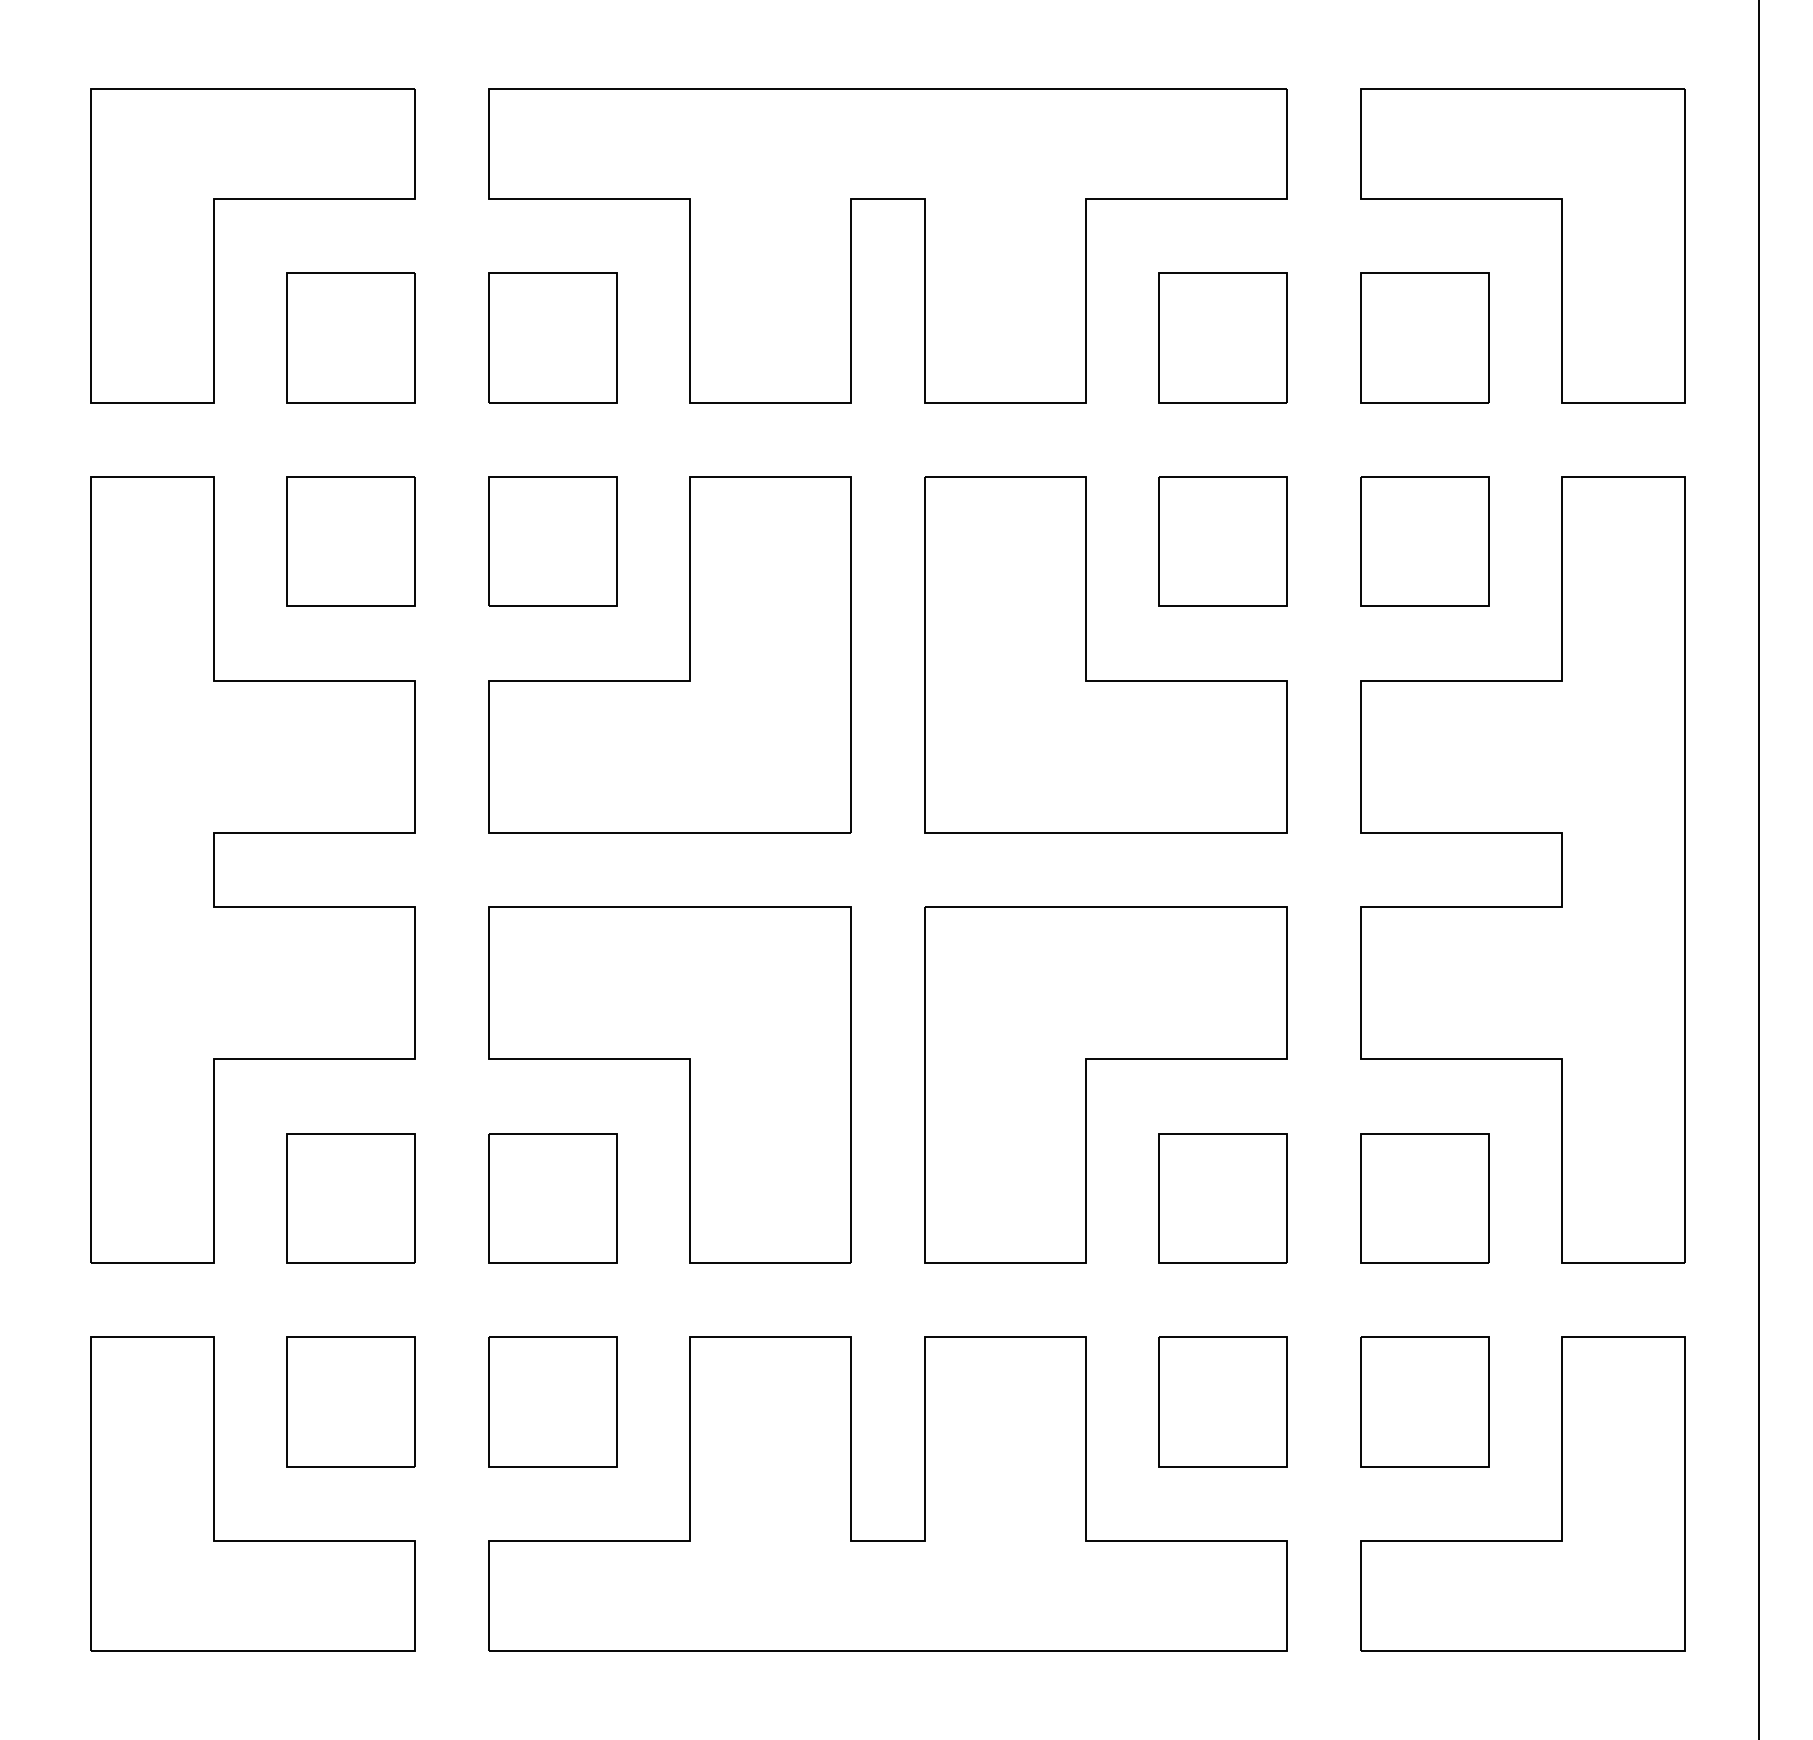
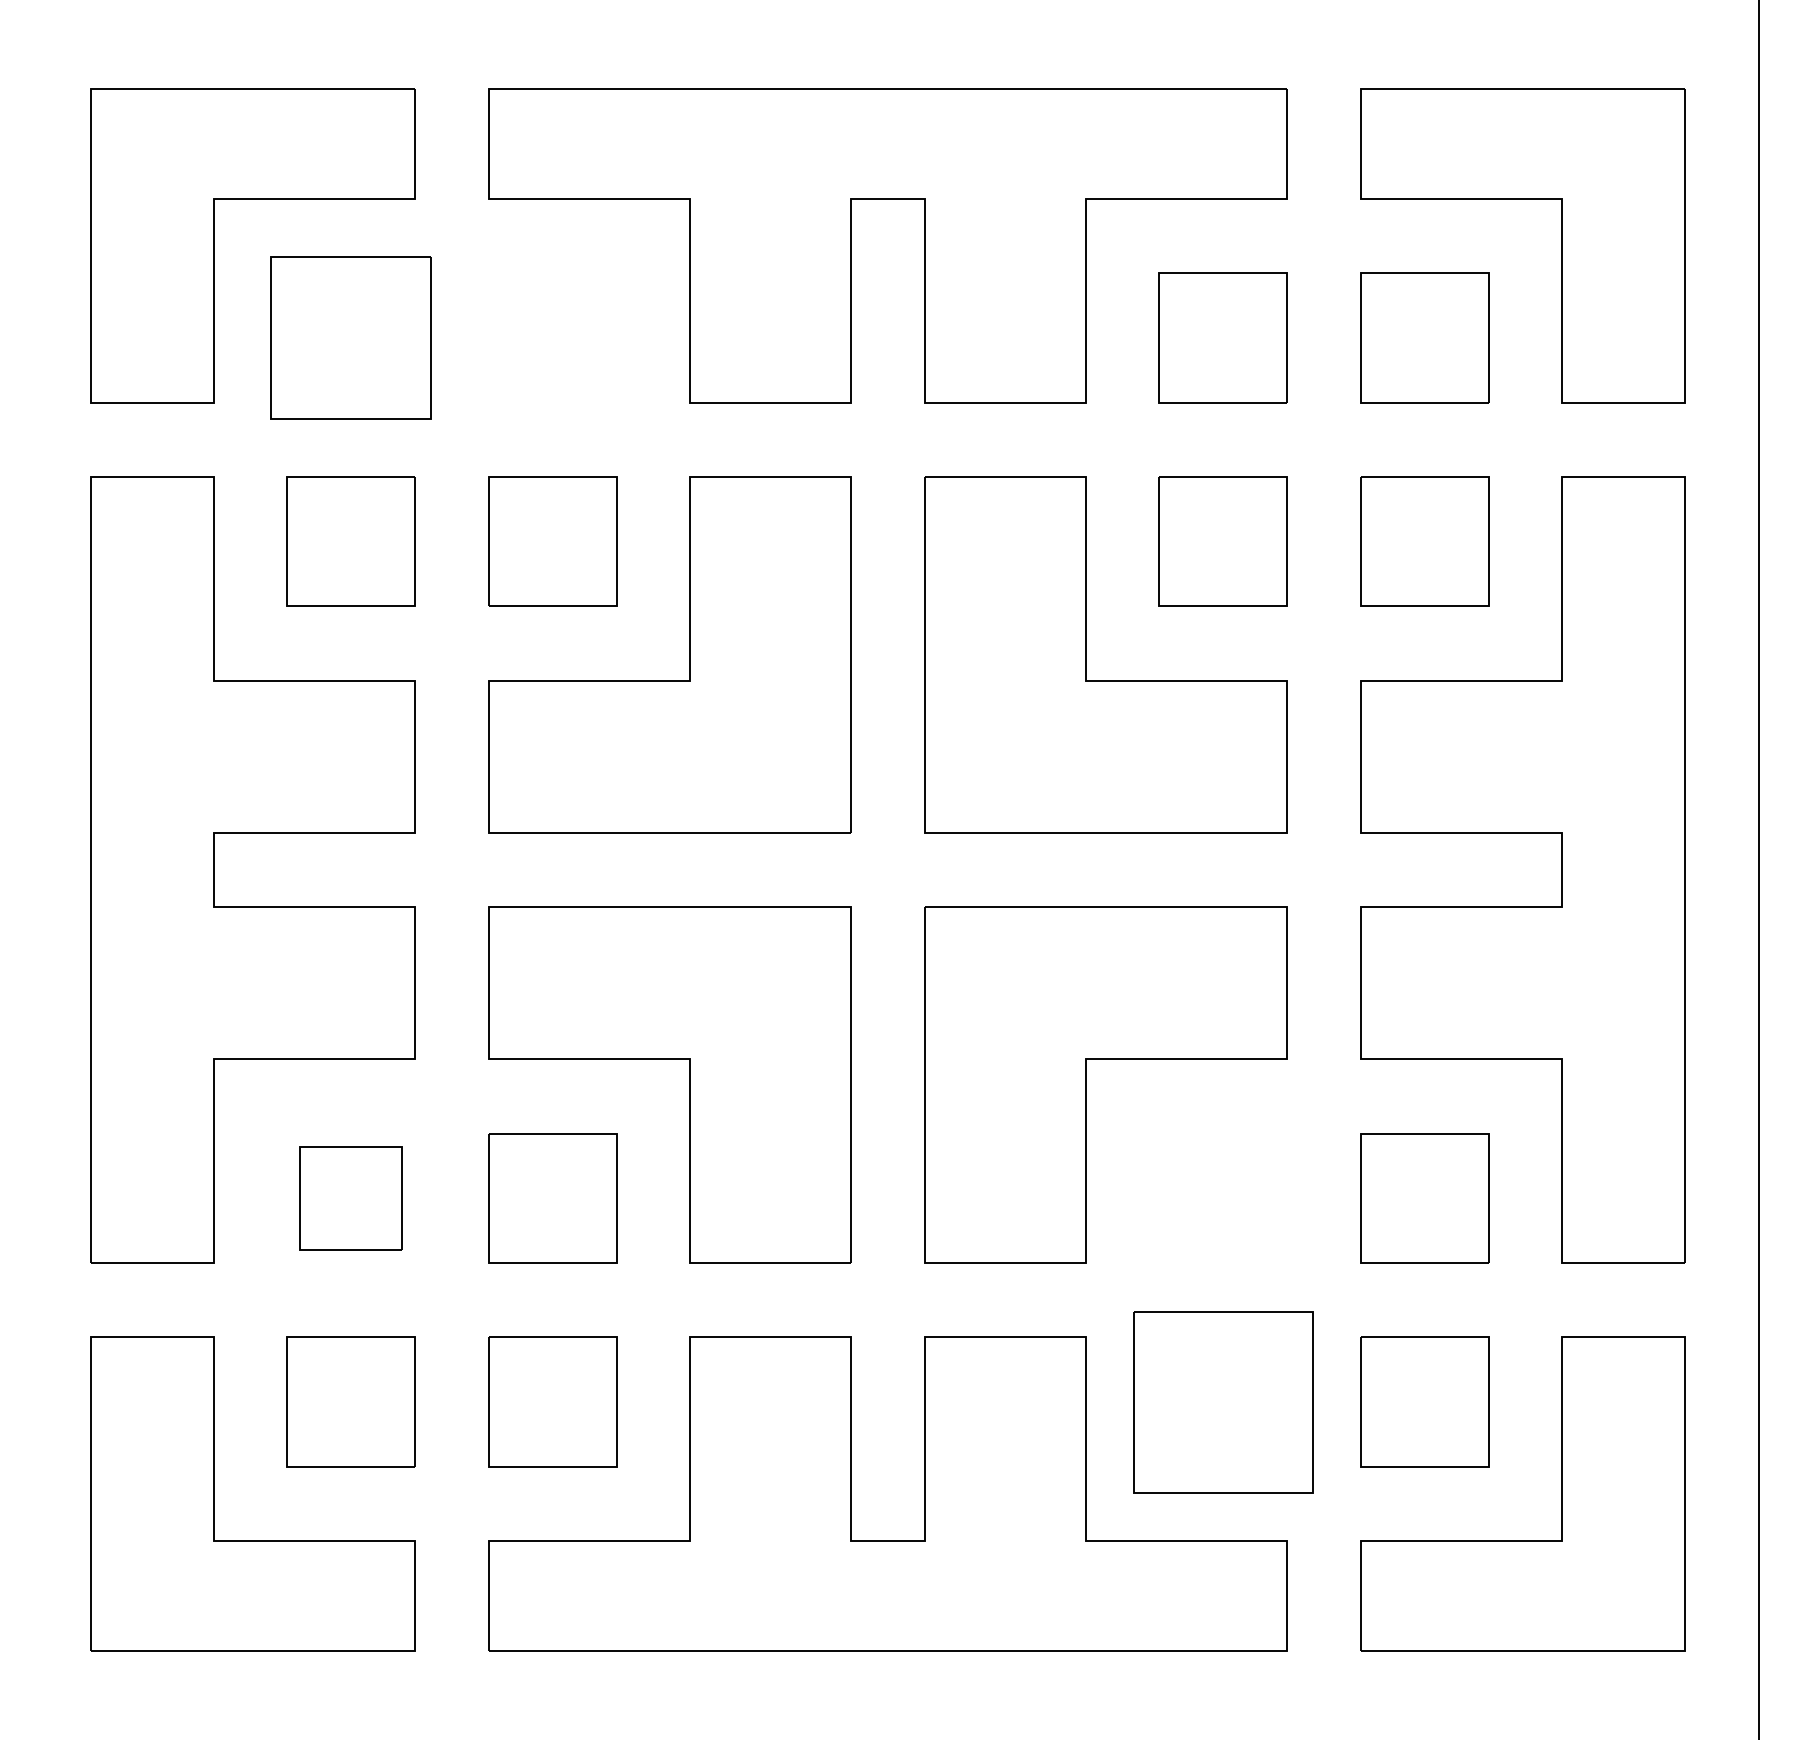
part at (350, 337) size: 130x132 px -> 162x164 px
part at (552, 337): present -> none
part at (350, 1198) size: 130x131 px -> 104x105 px
part at (1222, 1198): present -> none
part at (1222, 1401) size: 130x132 px -> 181x183 px
